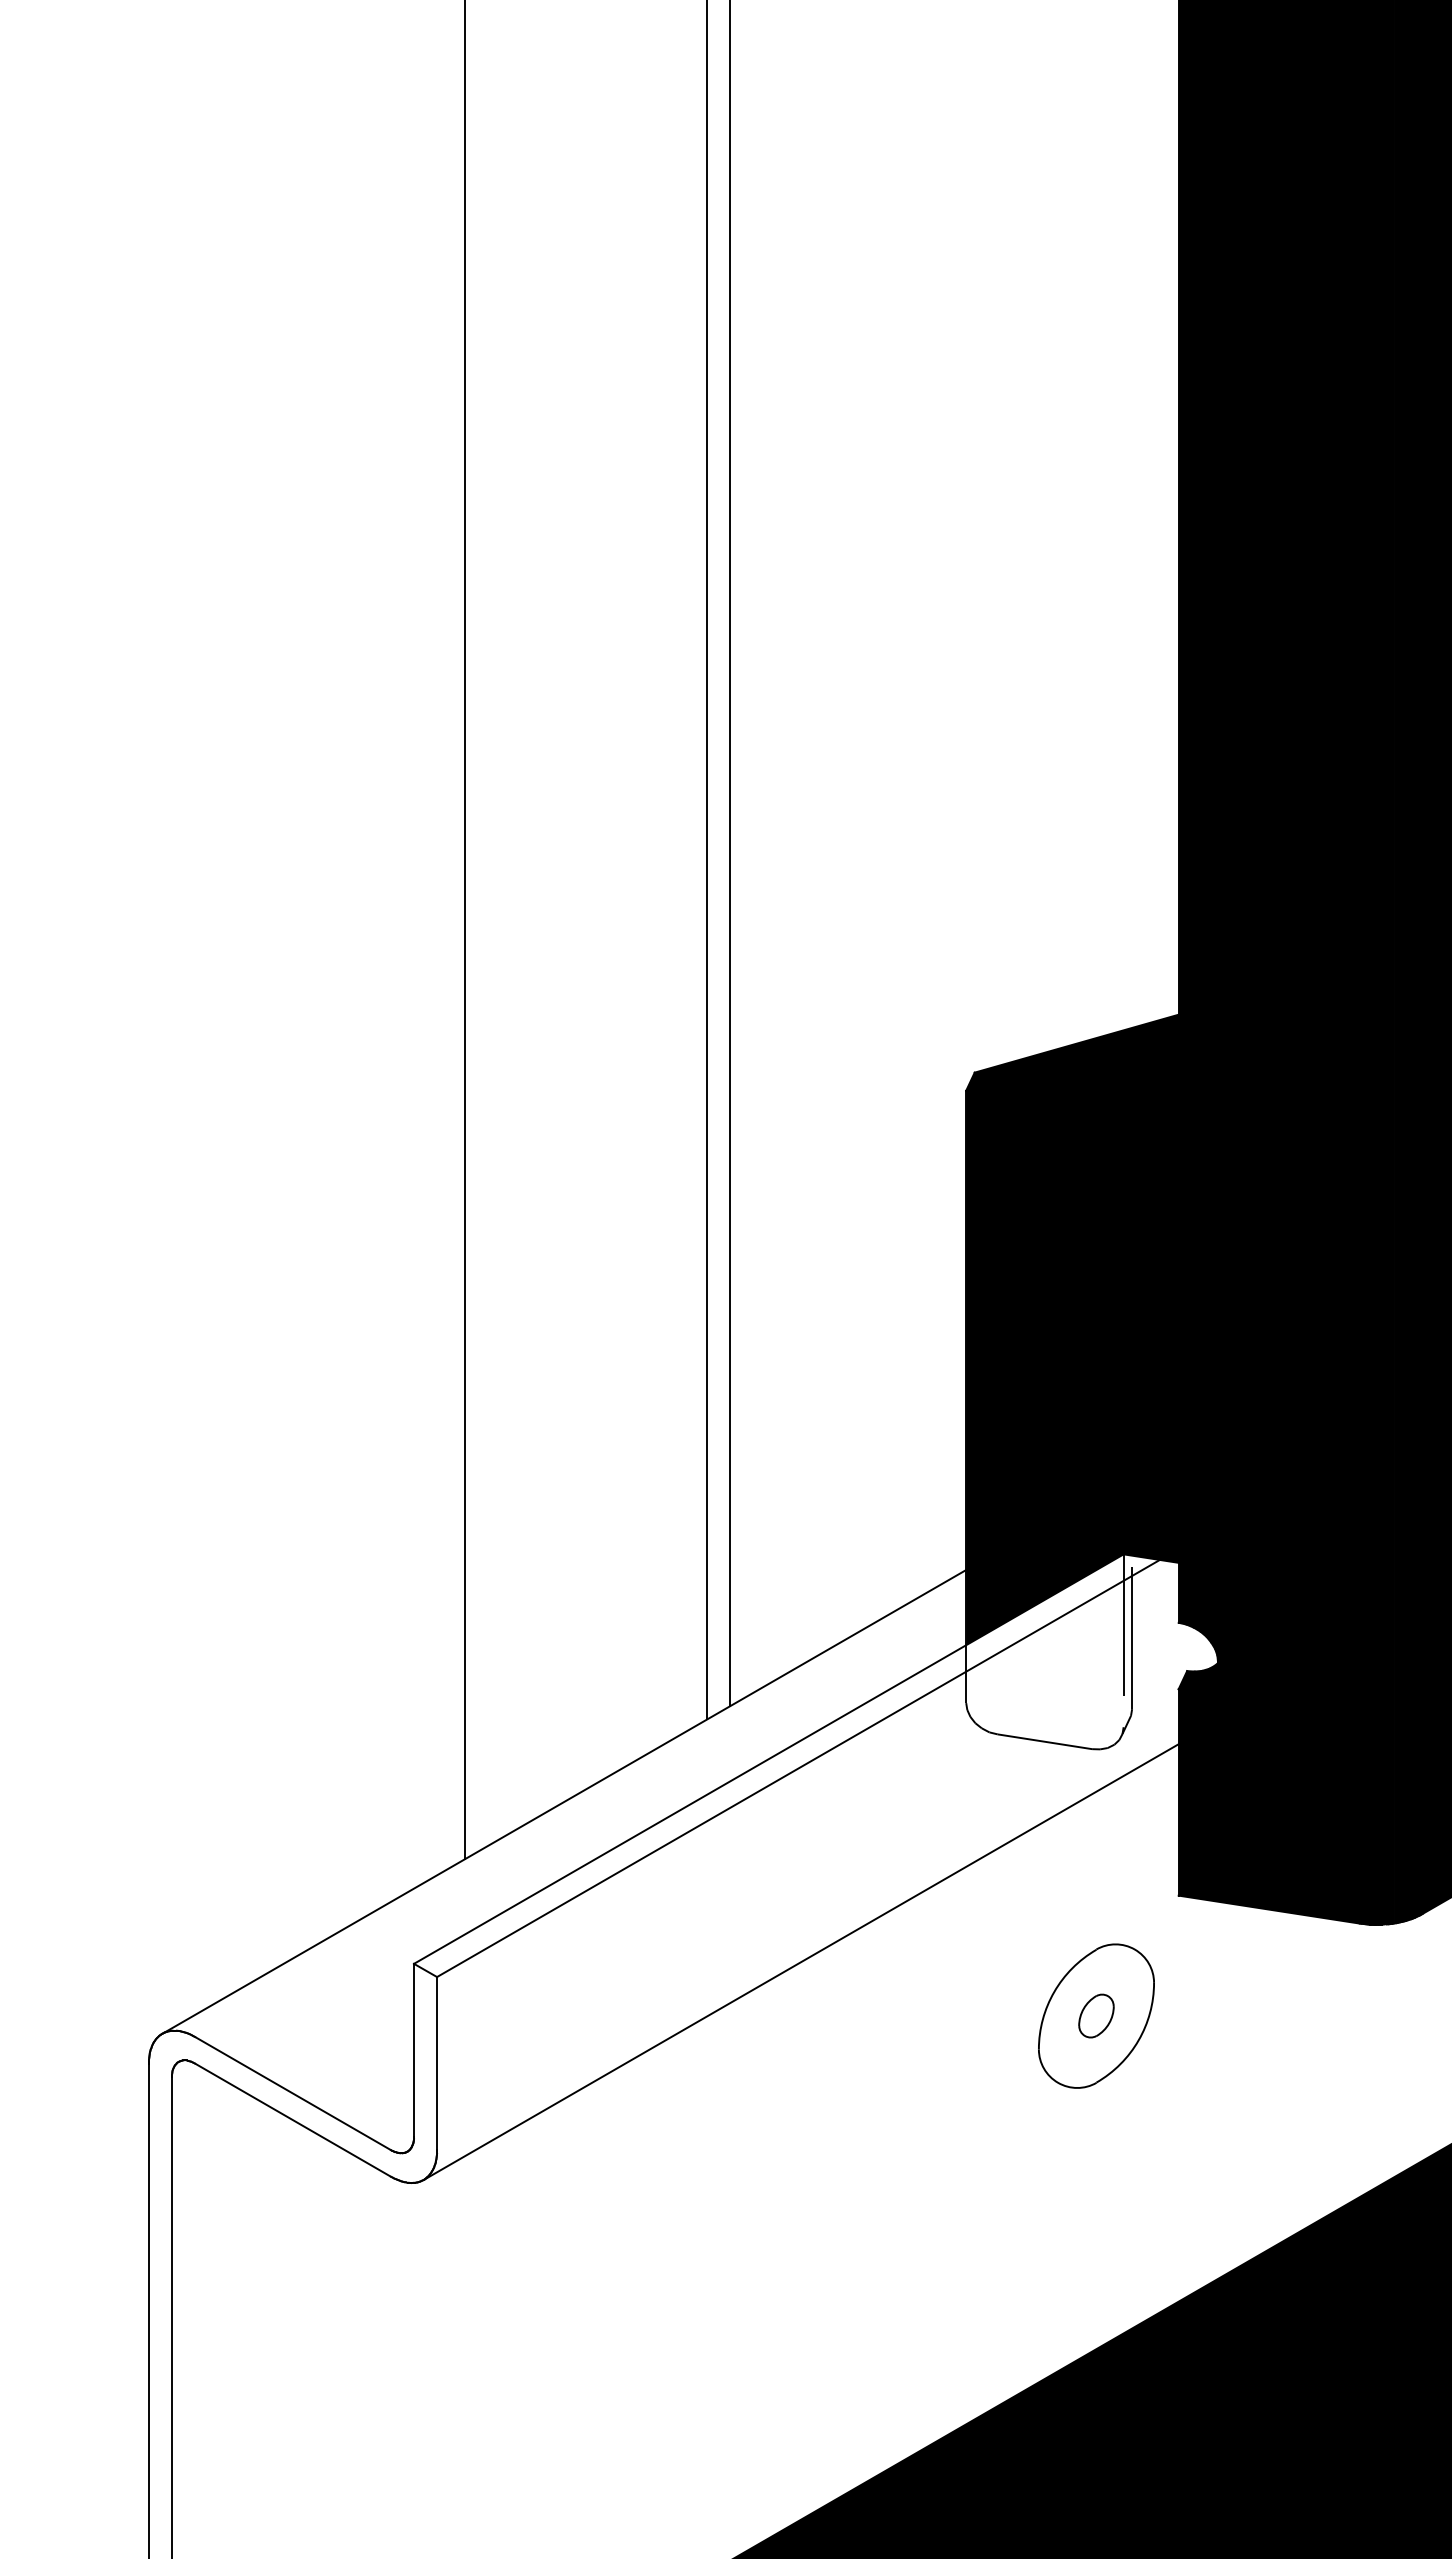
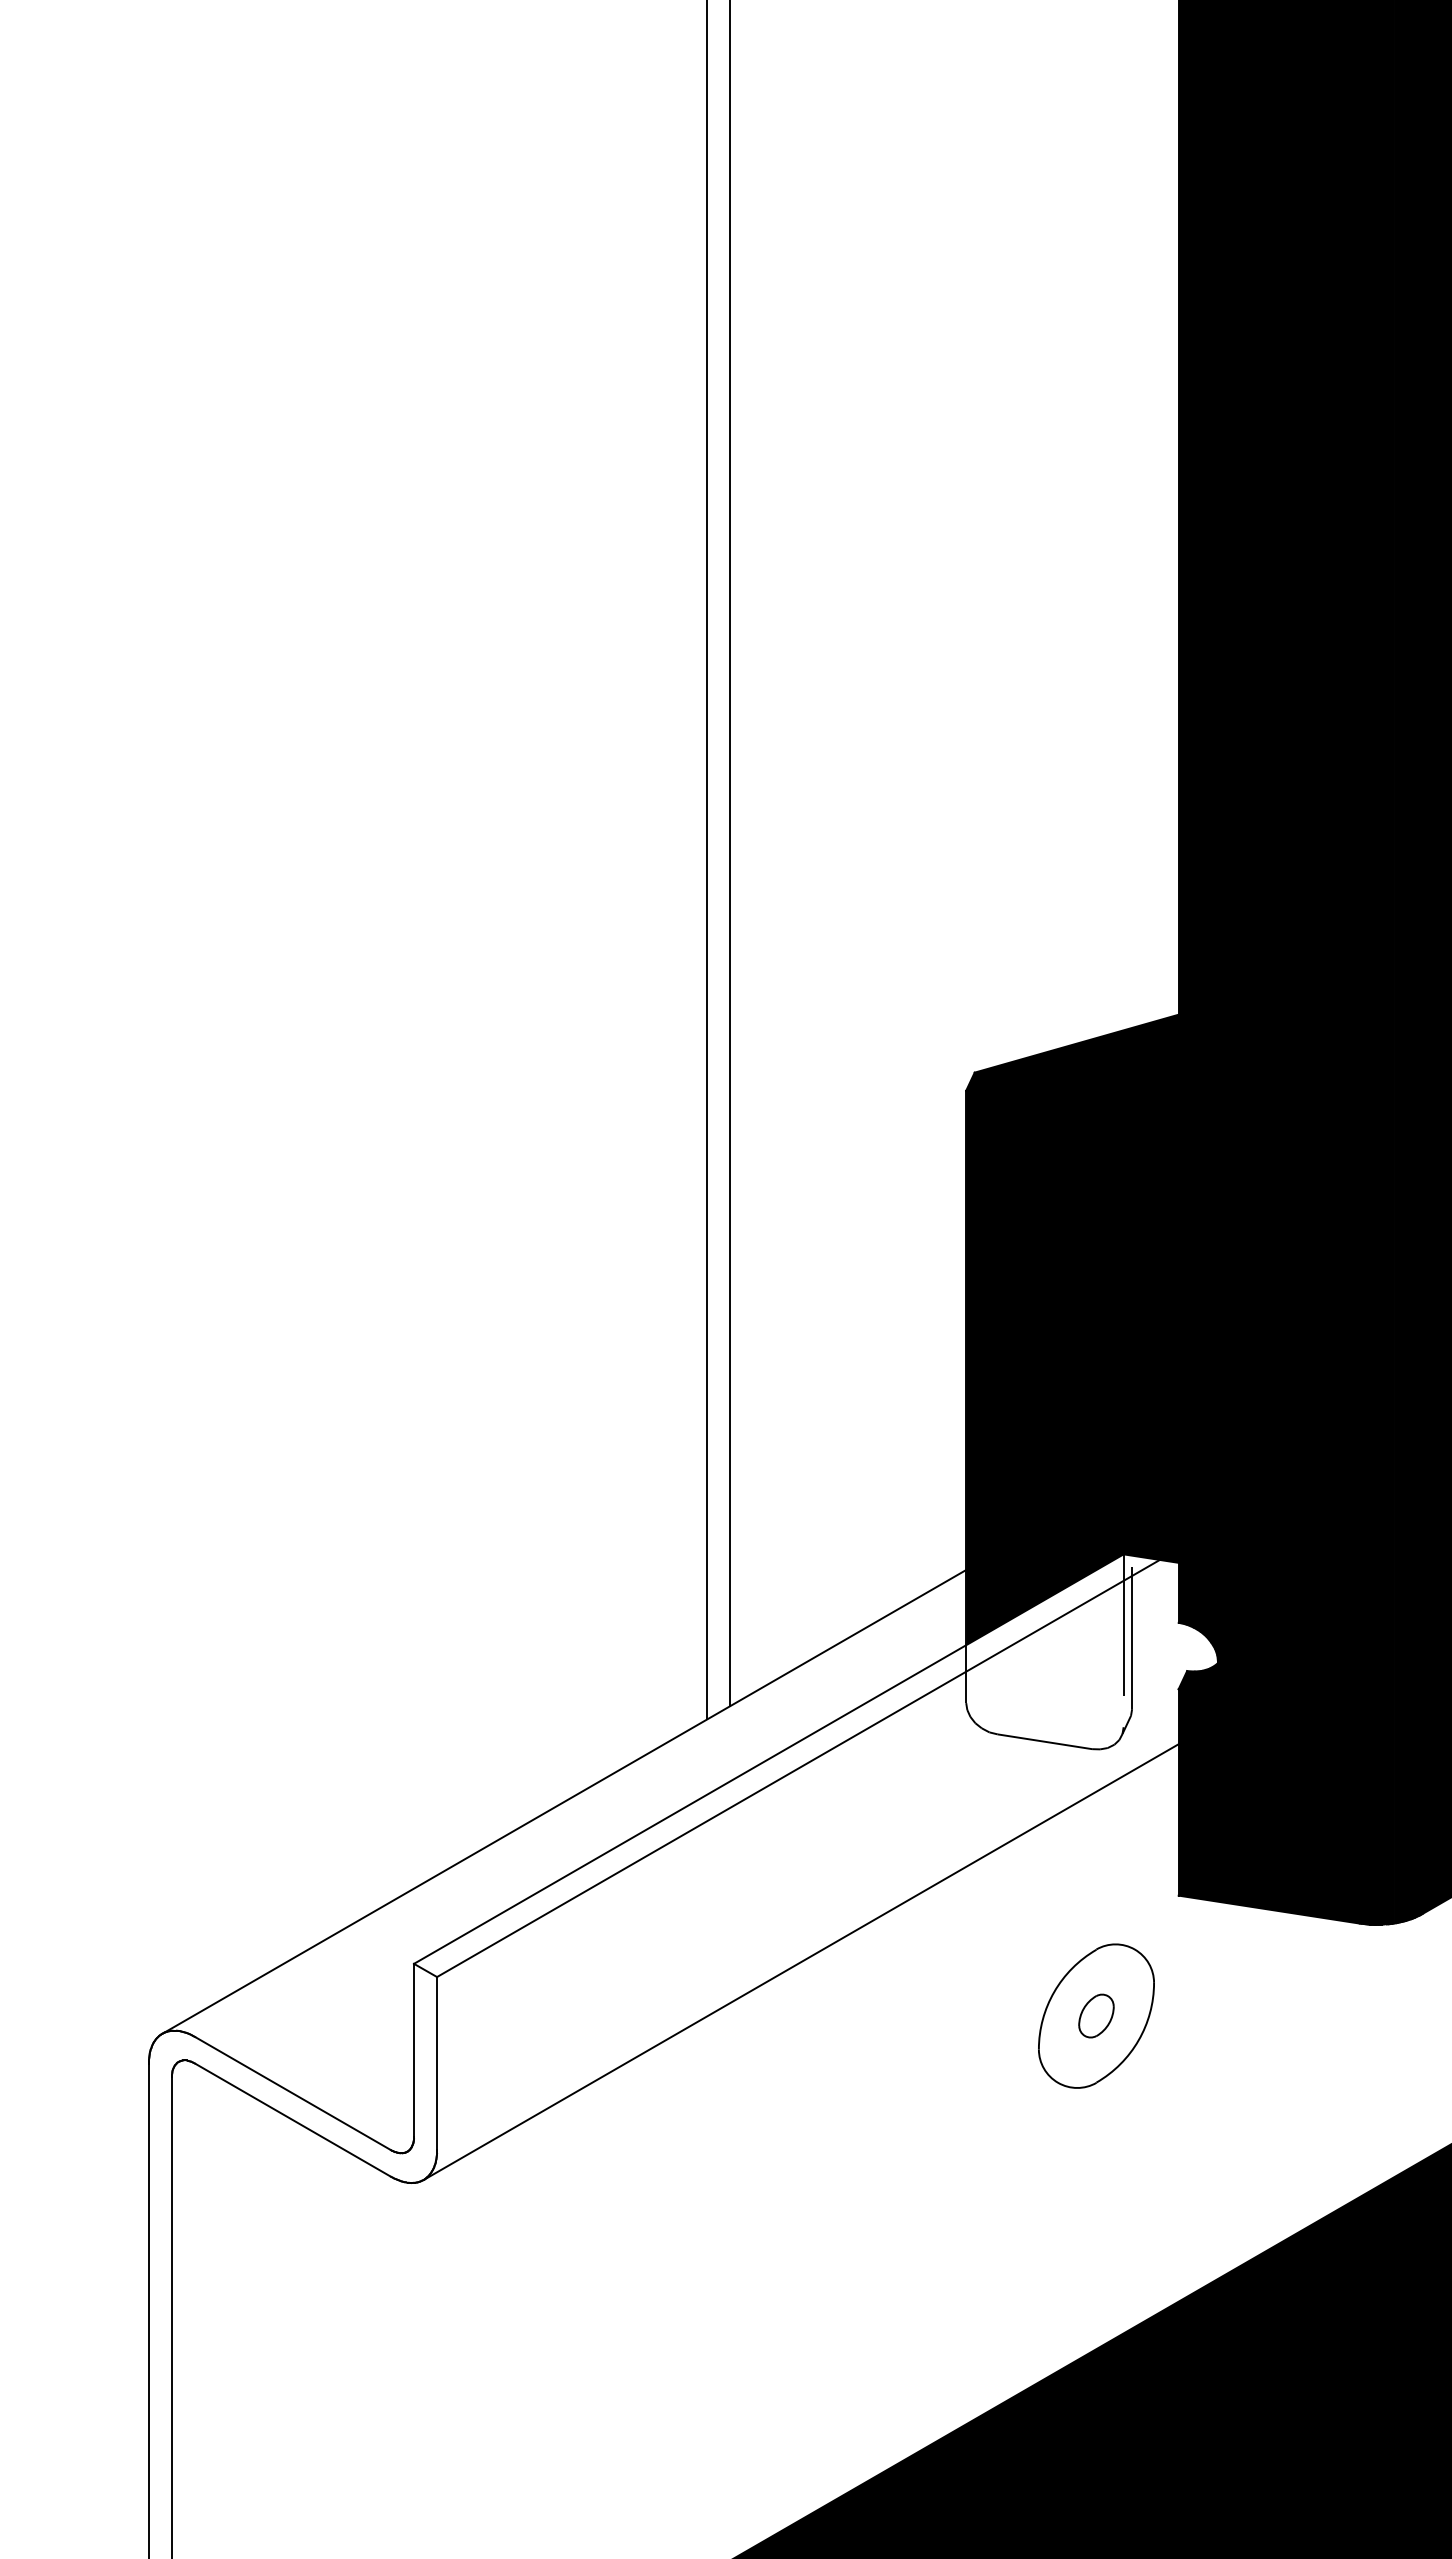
line at (465, 930): present -> none
